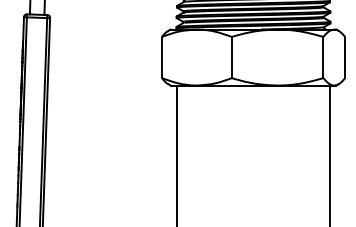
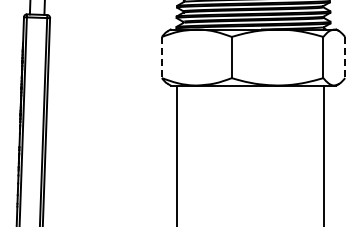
line at (161, 57): solid -> dashed
line at (345, 57): solid -> dashed
line at (329, 154) position: (329, 154) -> (323, 154)
